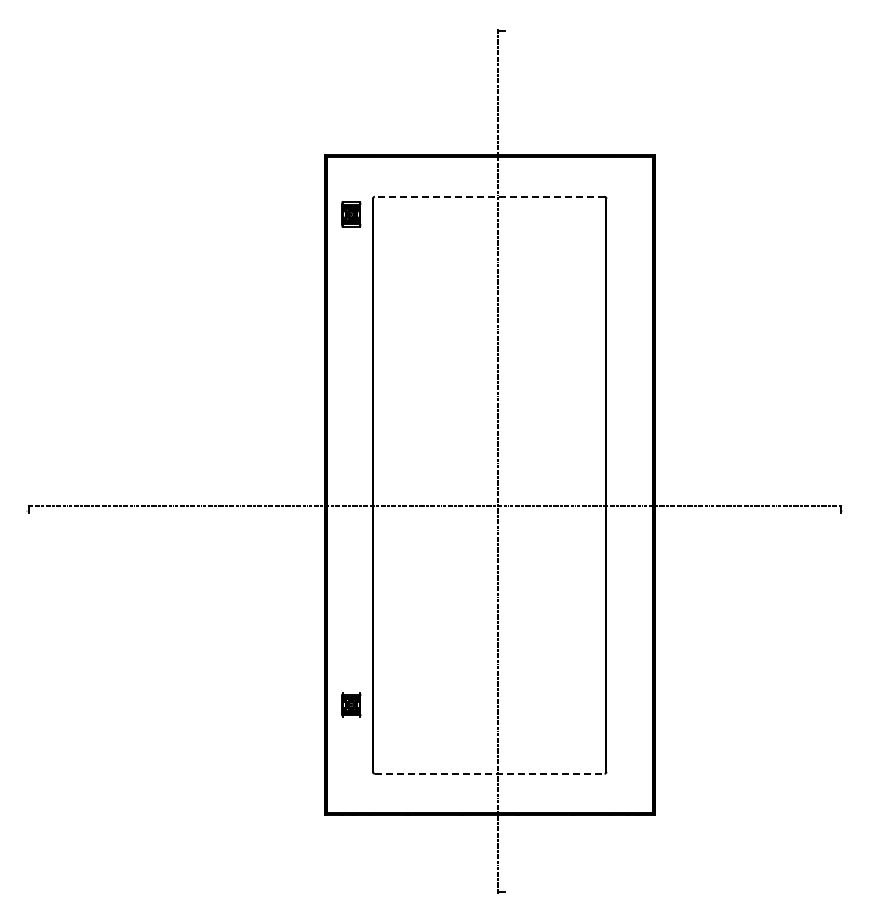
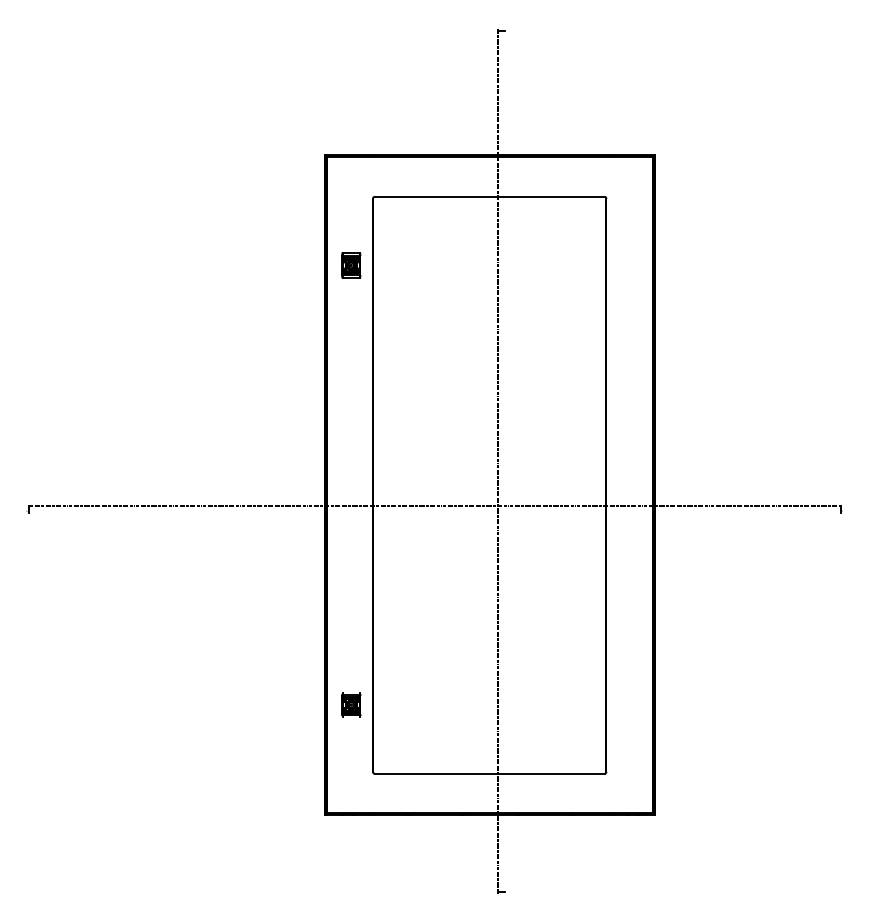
line at (489, 196): dashed -> solid
part at (351, 214) position: (351, 214) -> (351, 265)
line at (489, 773): dashed -> solid
